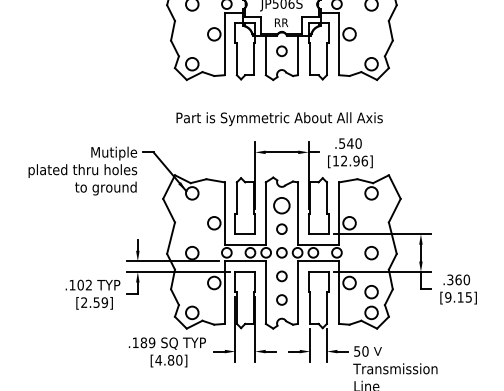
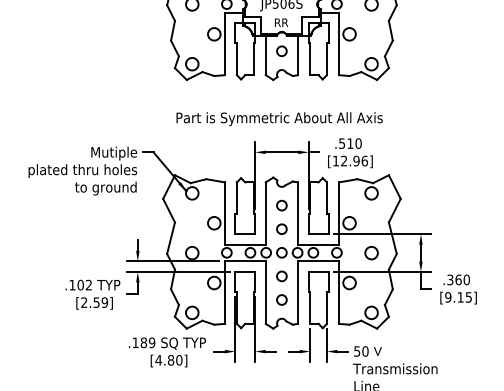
text at (350, 143): .540 -> .510
circle at (281, 205) size: 18x18 px -> 12x13 px
circle at (371, 292): present -> none
